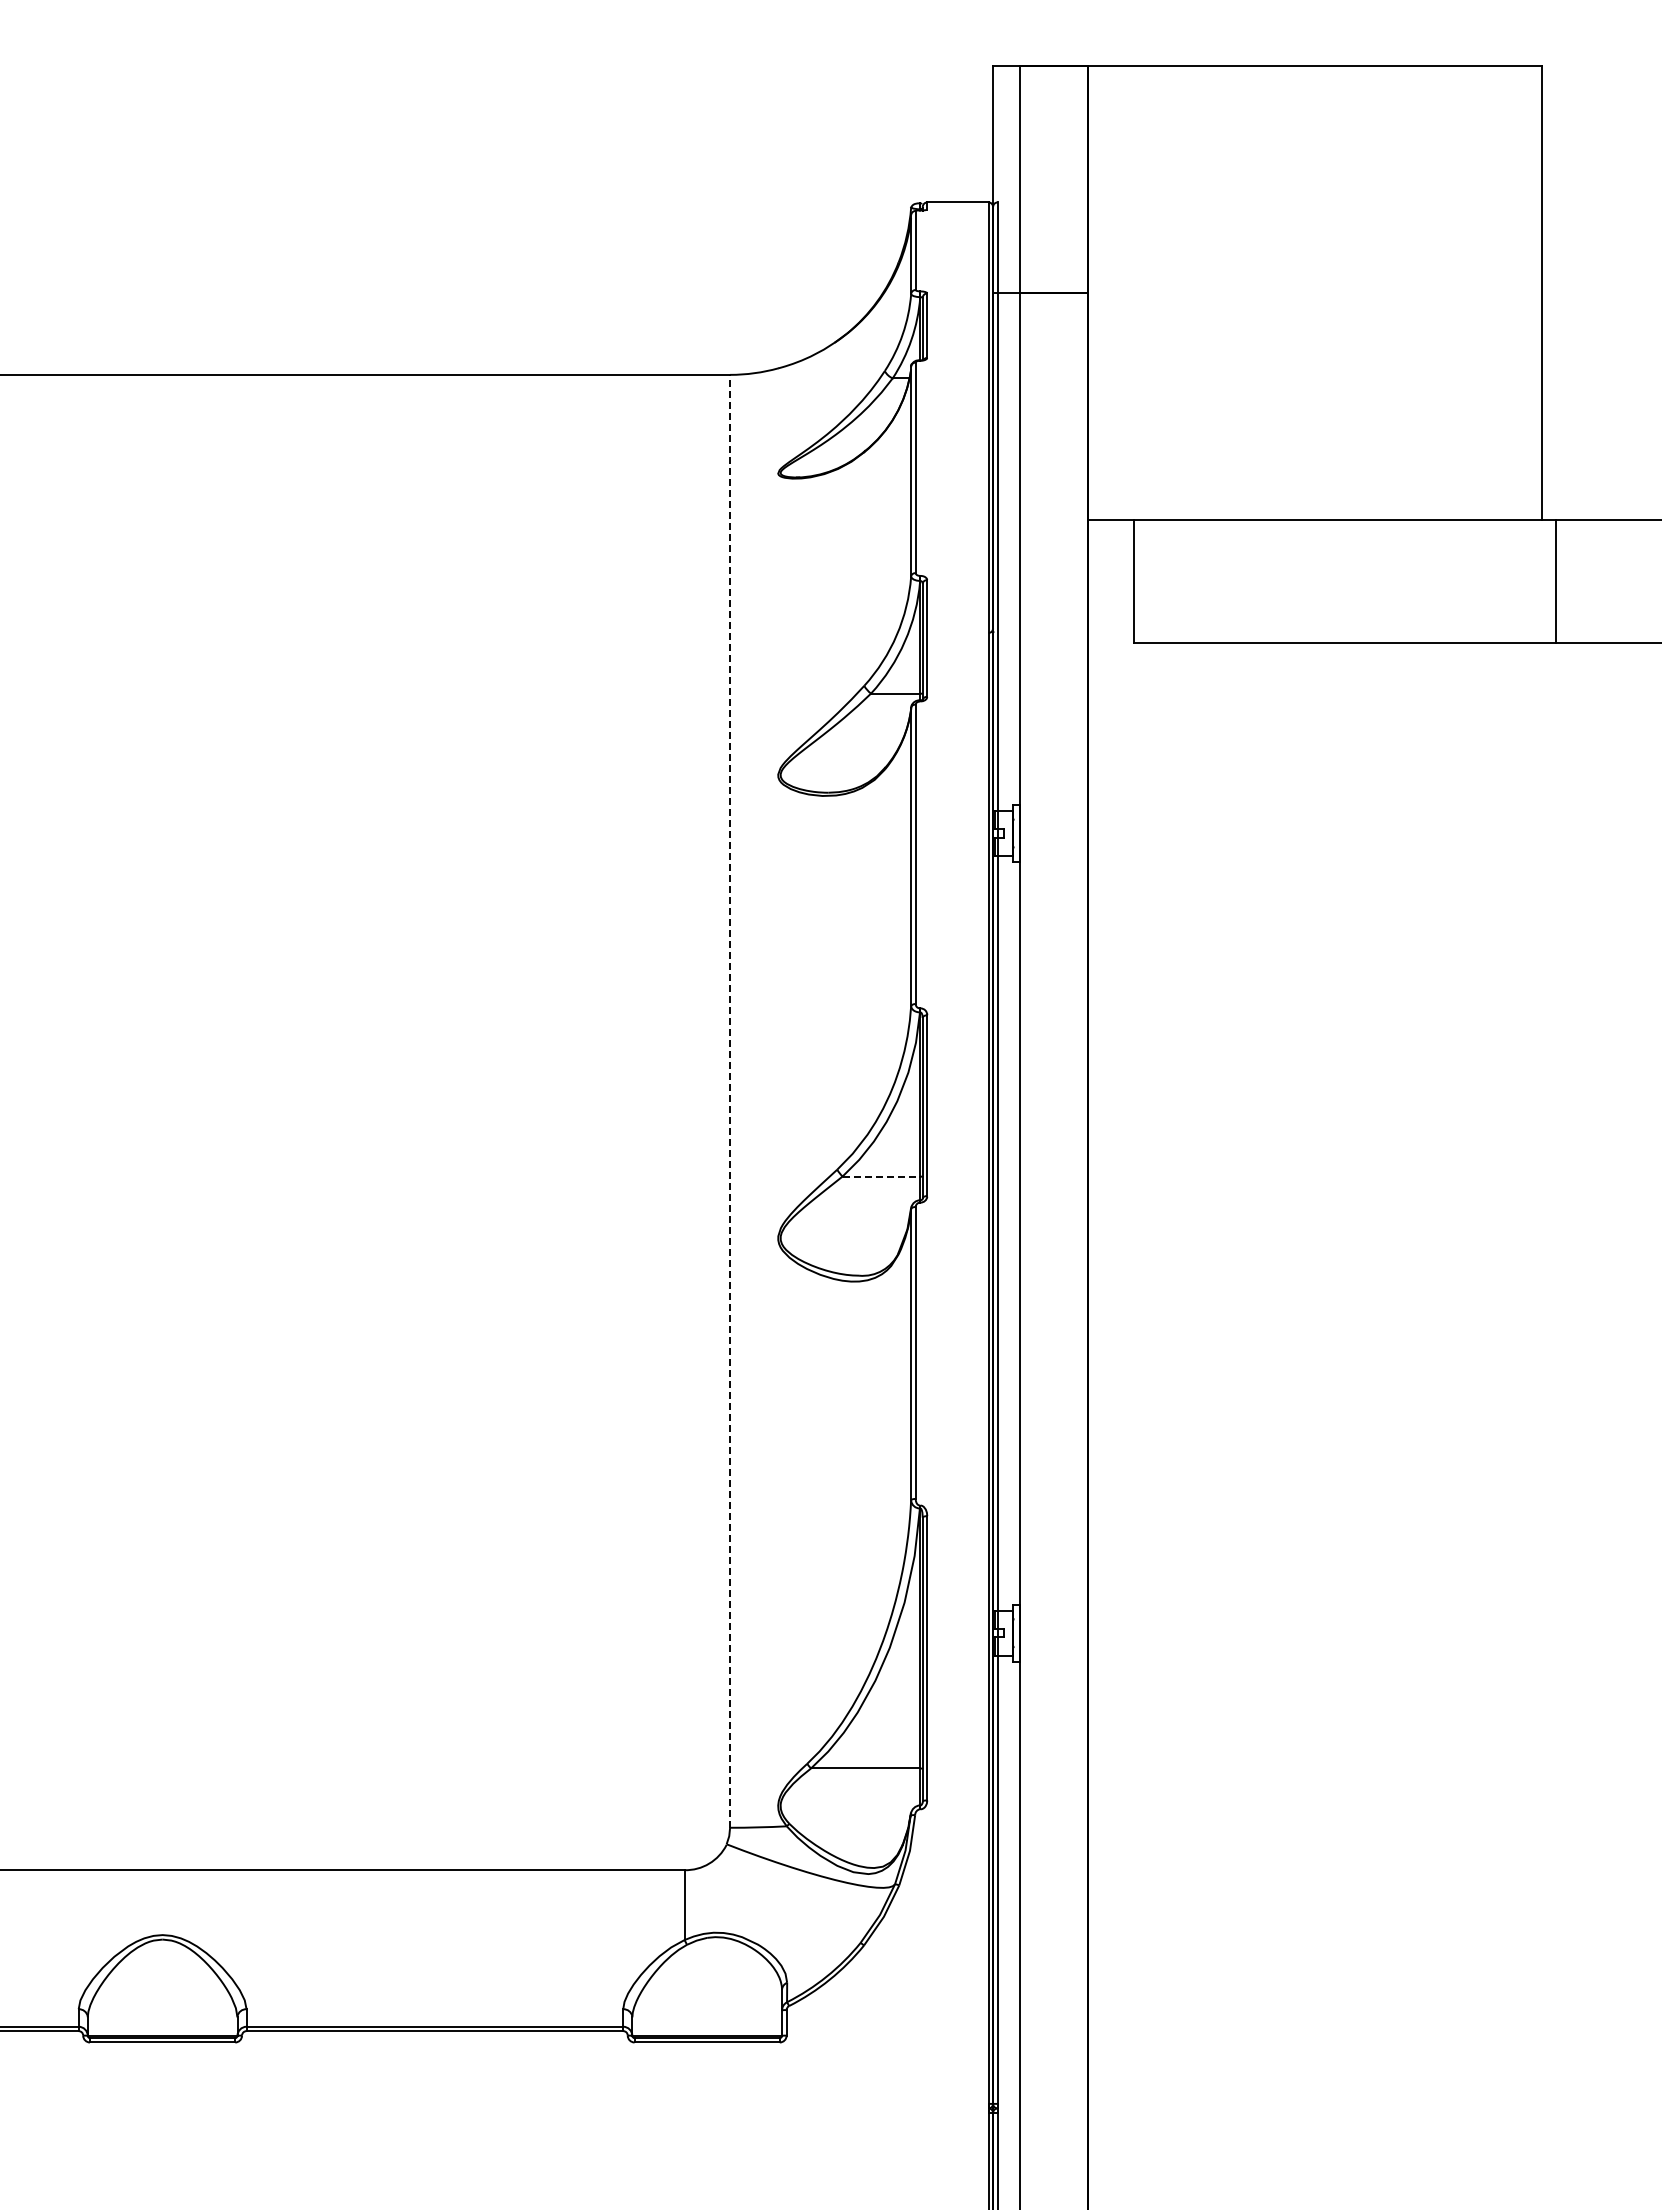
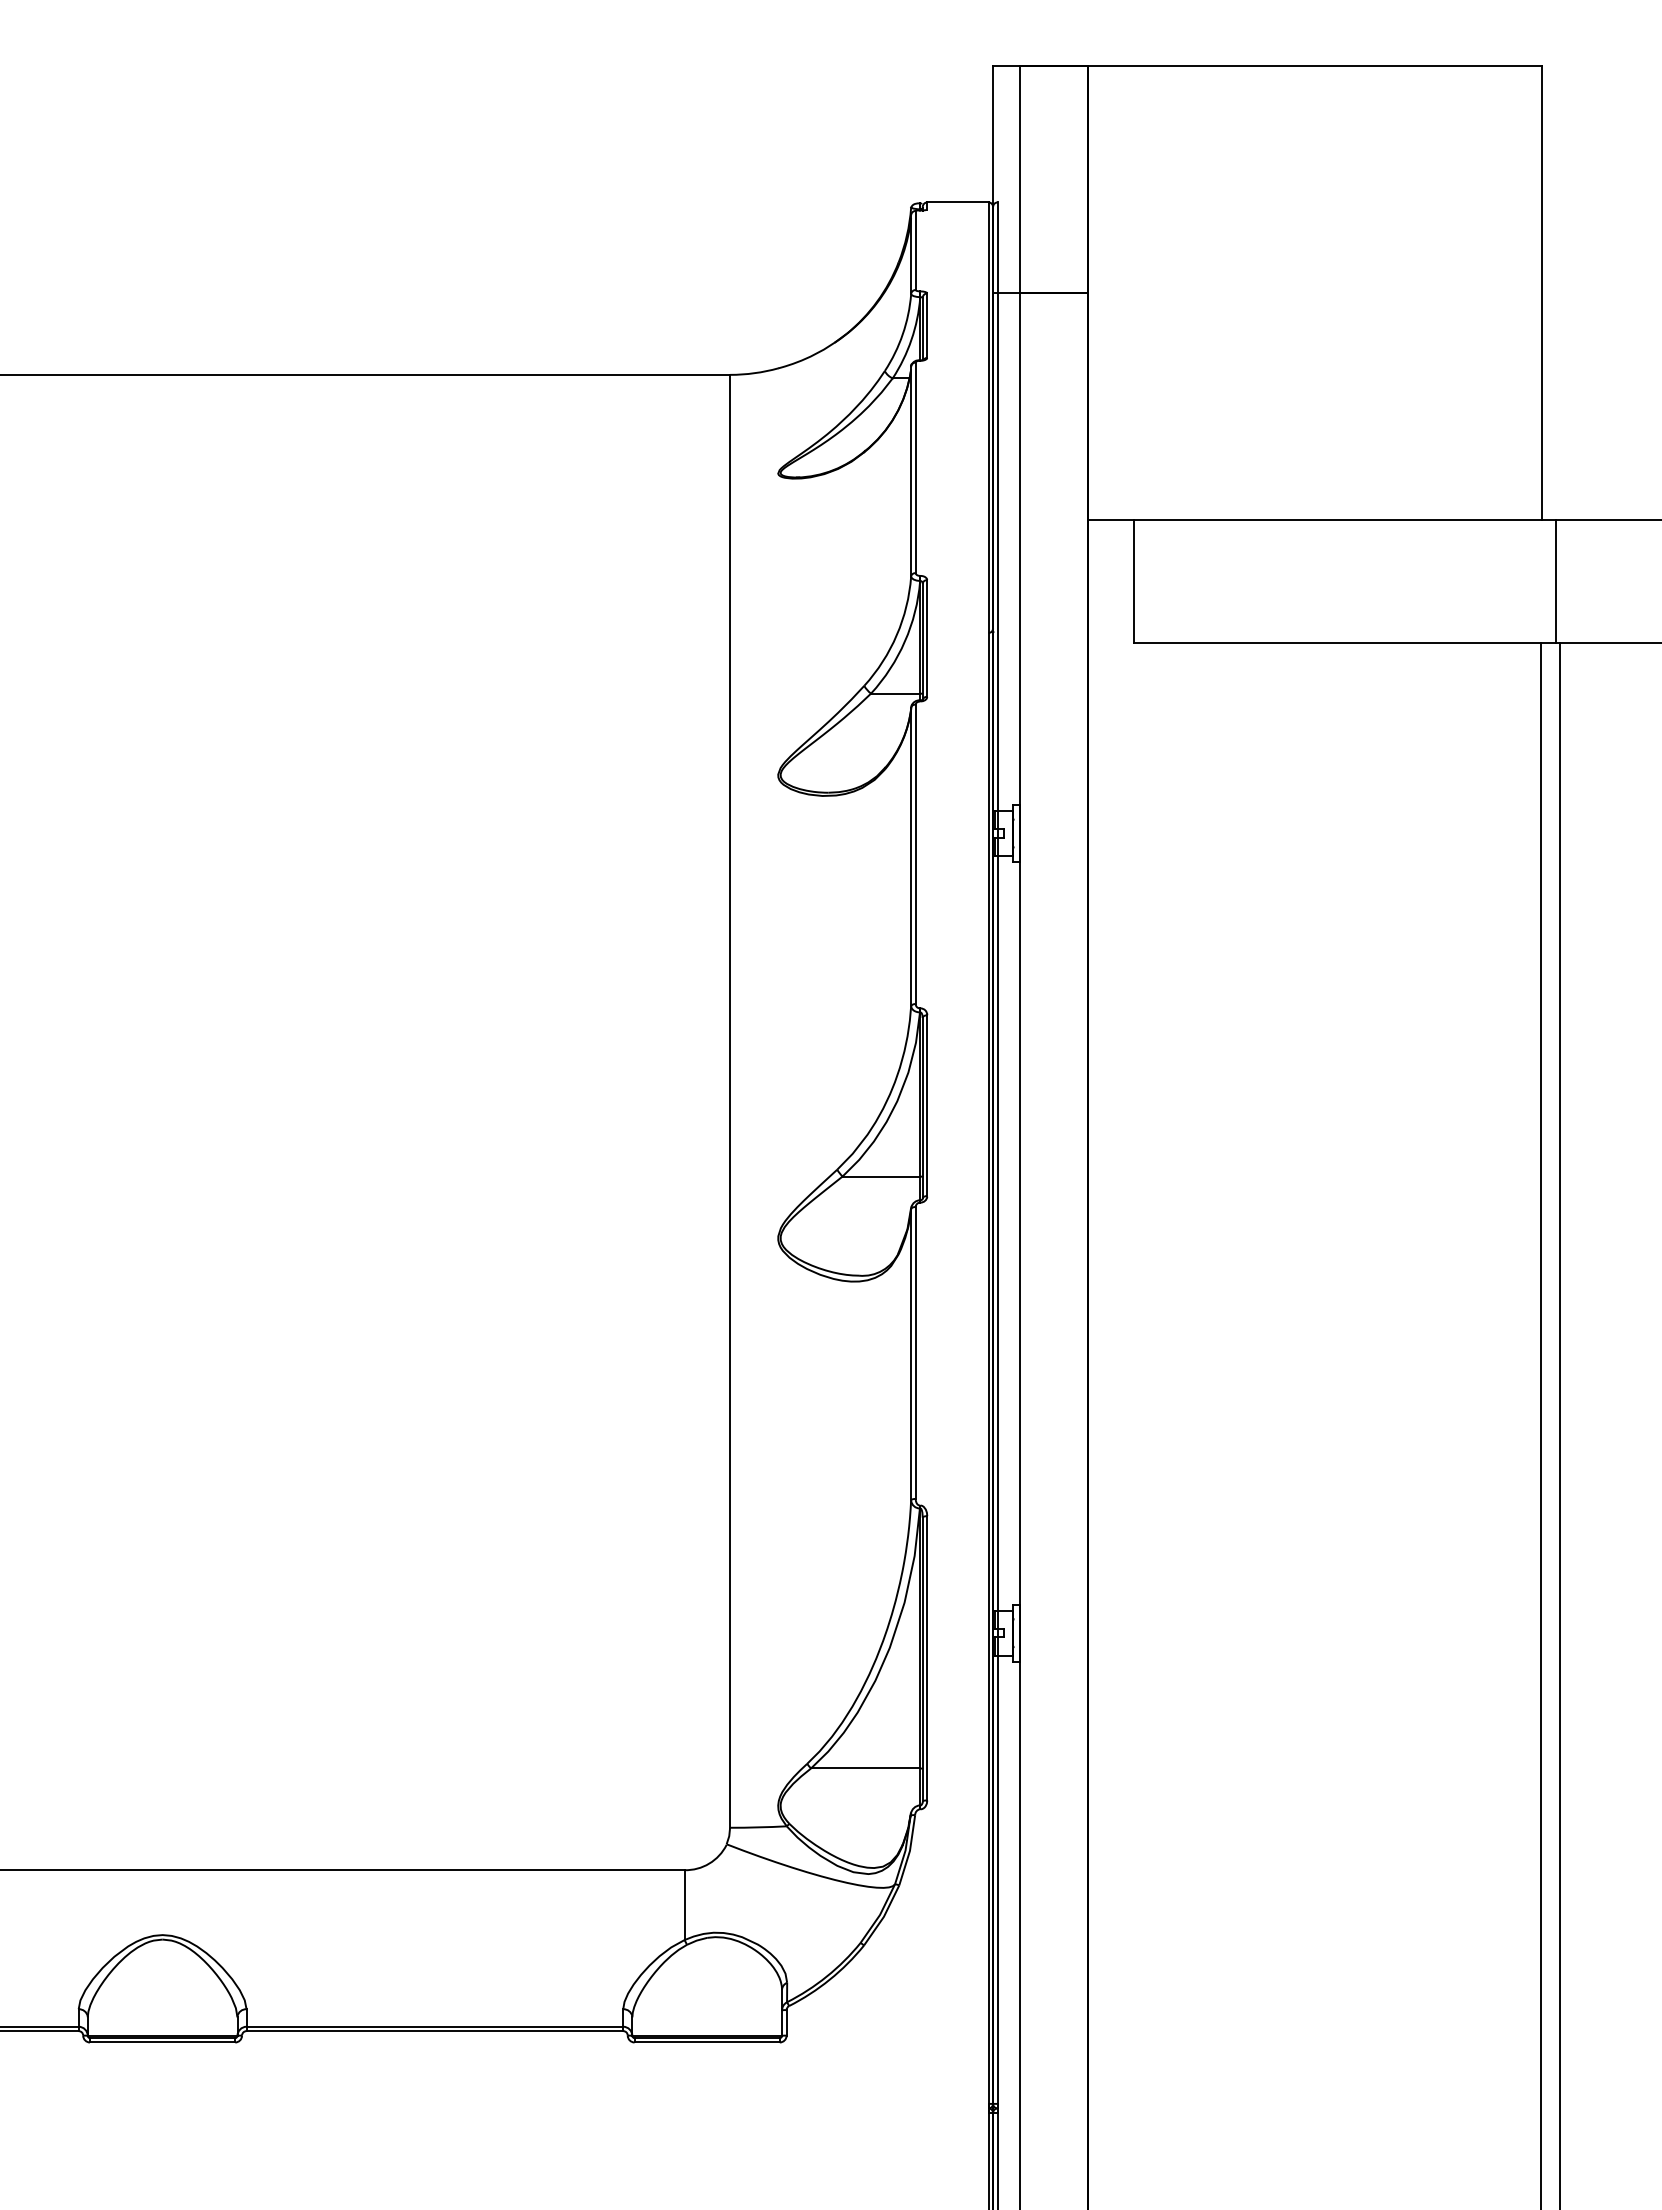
line at (730, 1100): dashed -> solid
line at (881, 1176): dashed -> solid
line at (1540, 1424): none -> present
line at (1560, 1424): none -> present
